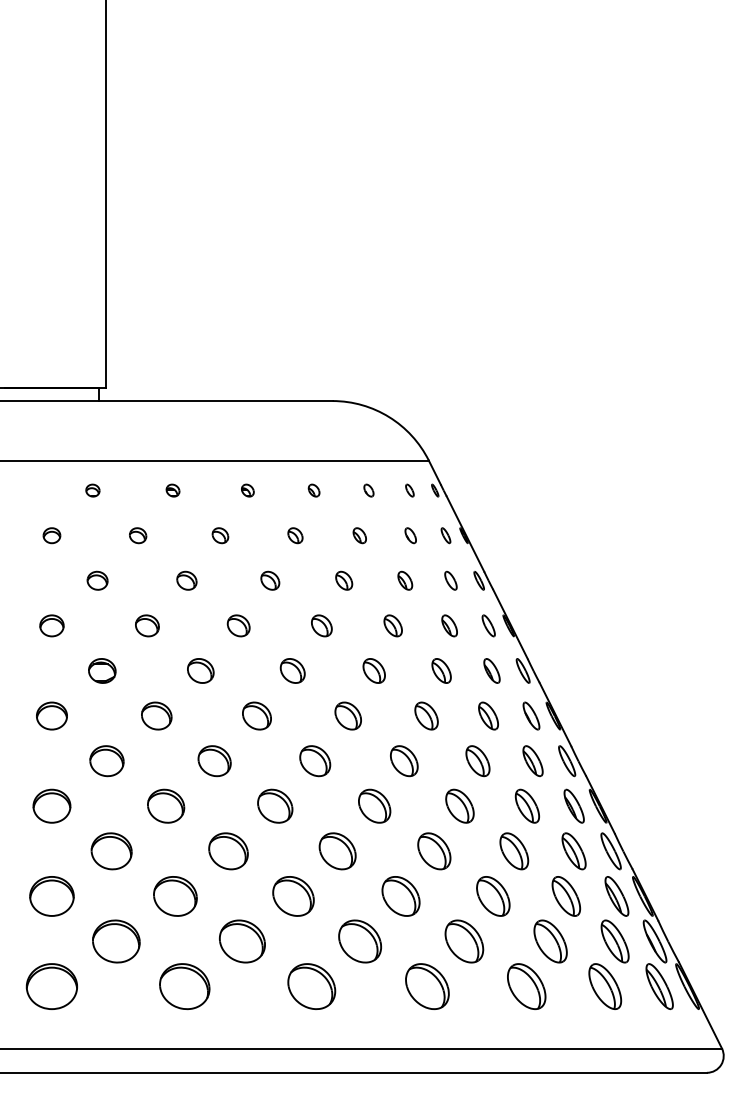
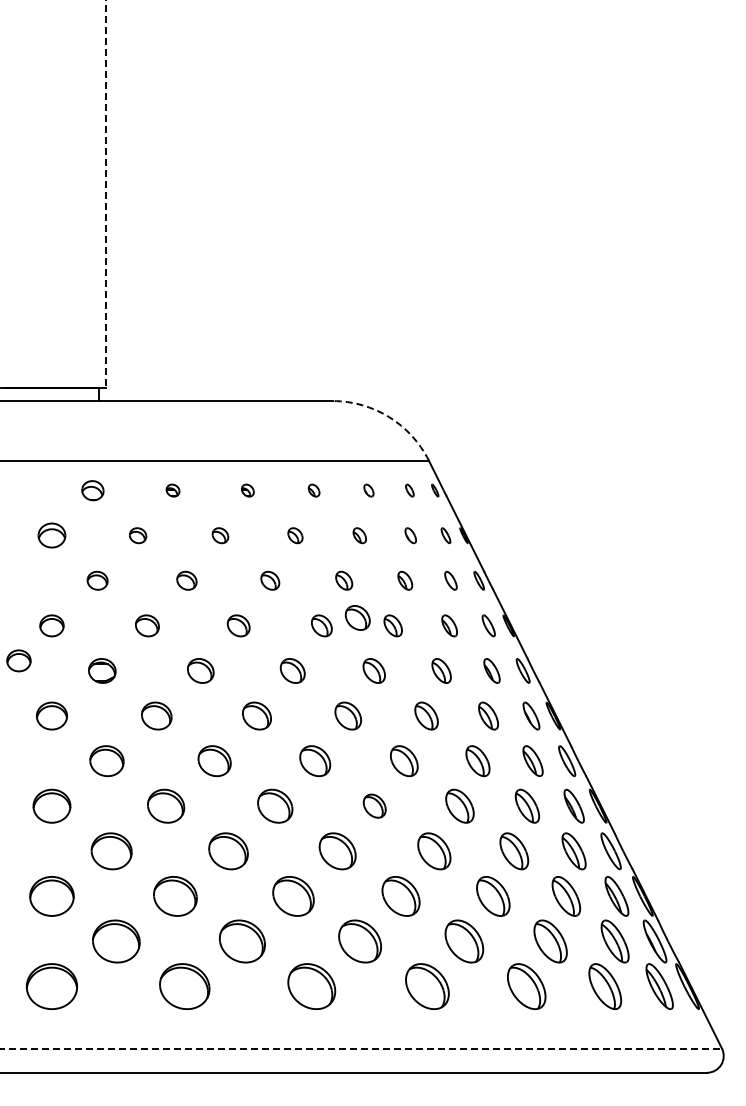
line at (105, 194): solid -> dashed
arc at (389, 417): solid -> dashed
part at (92, 490) size: 16x15 px -> 24x22 px
part at (51, 535) size: 20x18 px -> 30x27 px
part at (357, 617): none -> present
part at (18, 660): none -> present
part at (374, 805) size: 34x36 px -> 25x26 px
line at (361, 1048): solid -> dashed
